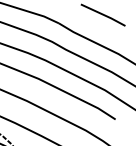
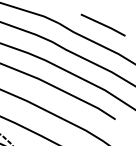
line at (102, 14) position: (102, 14) -> (102, 24)
